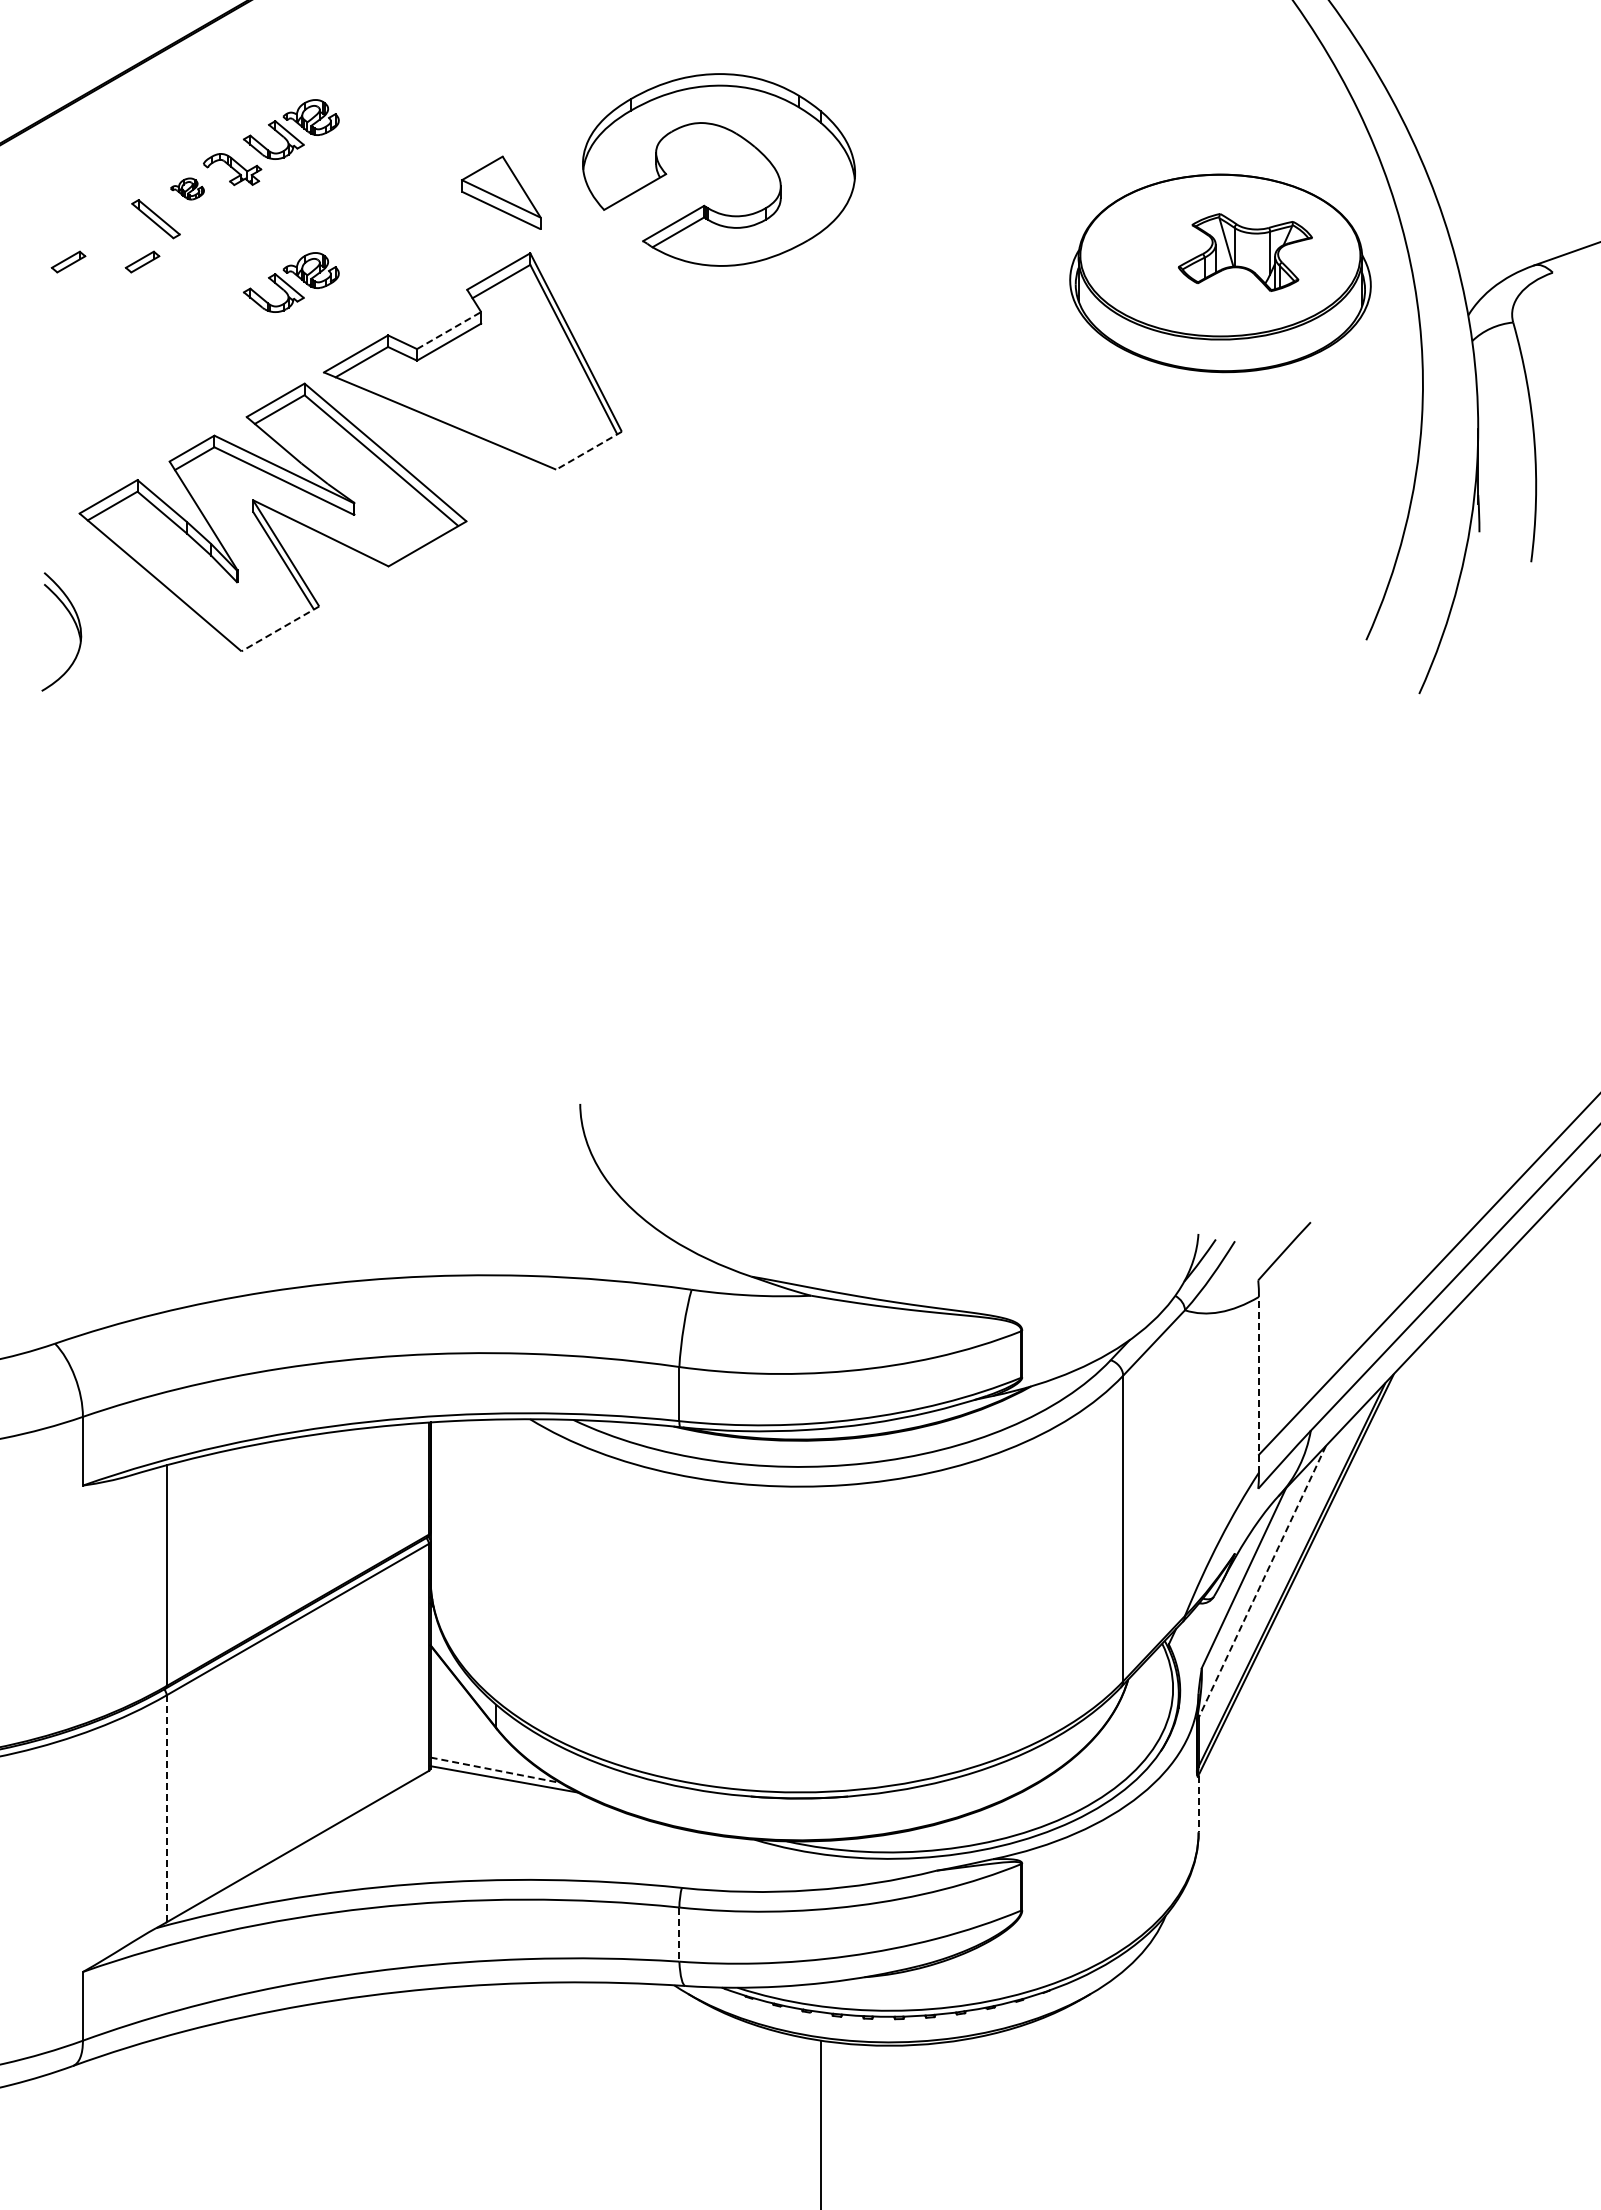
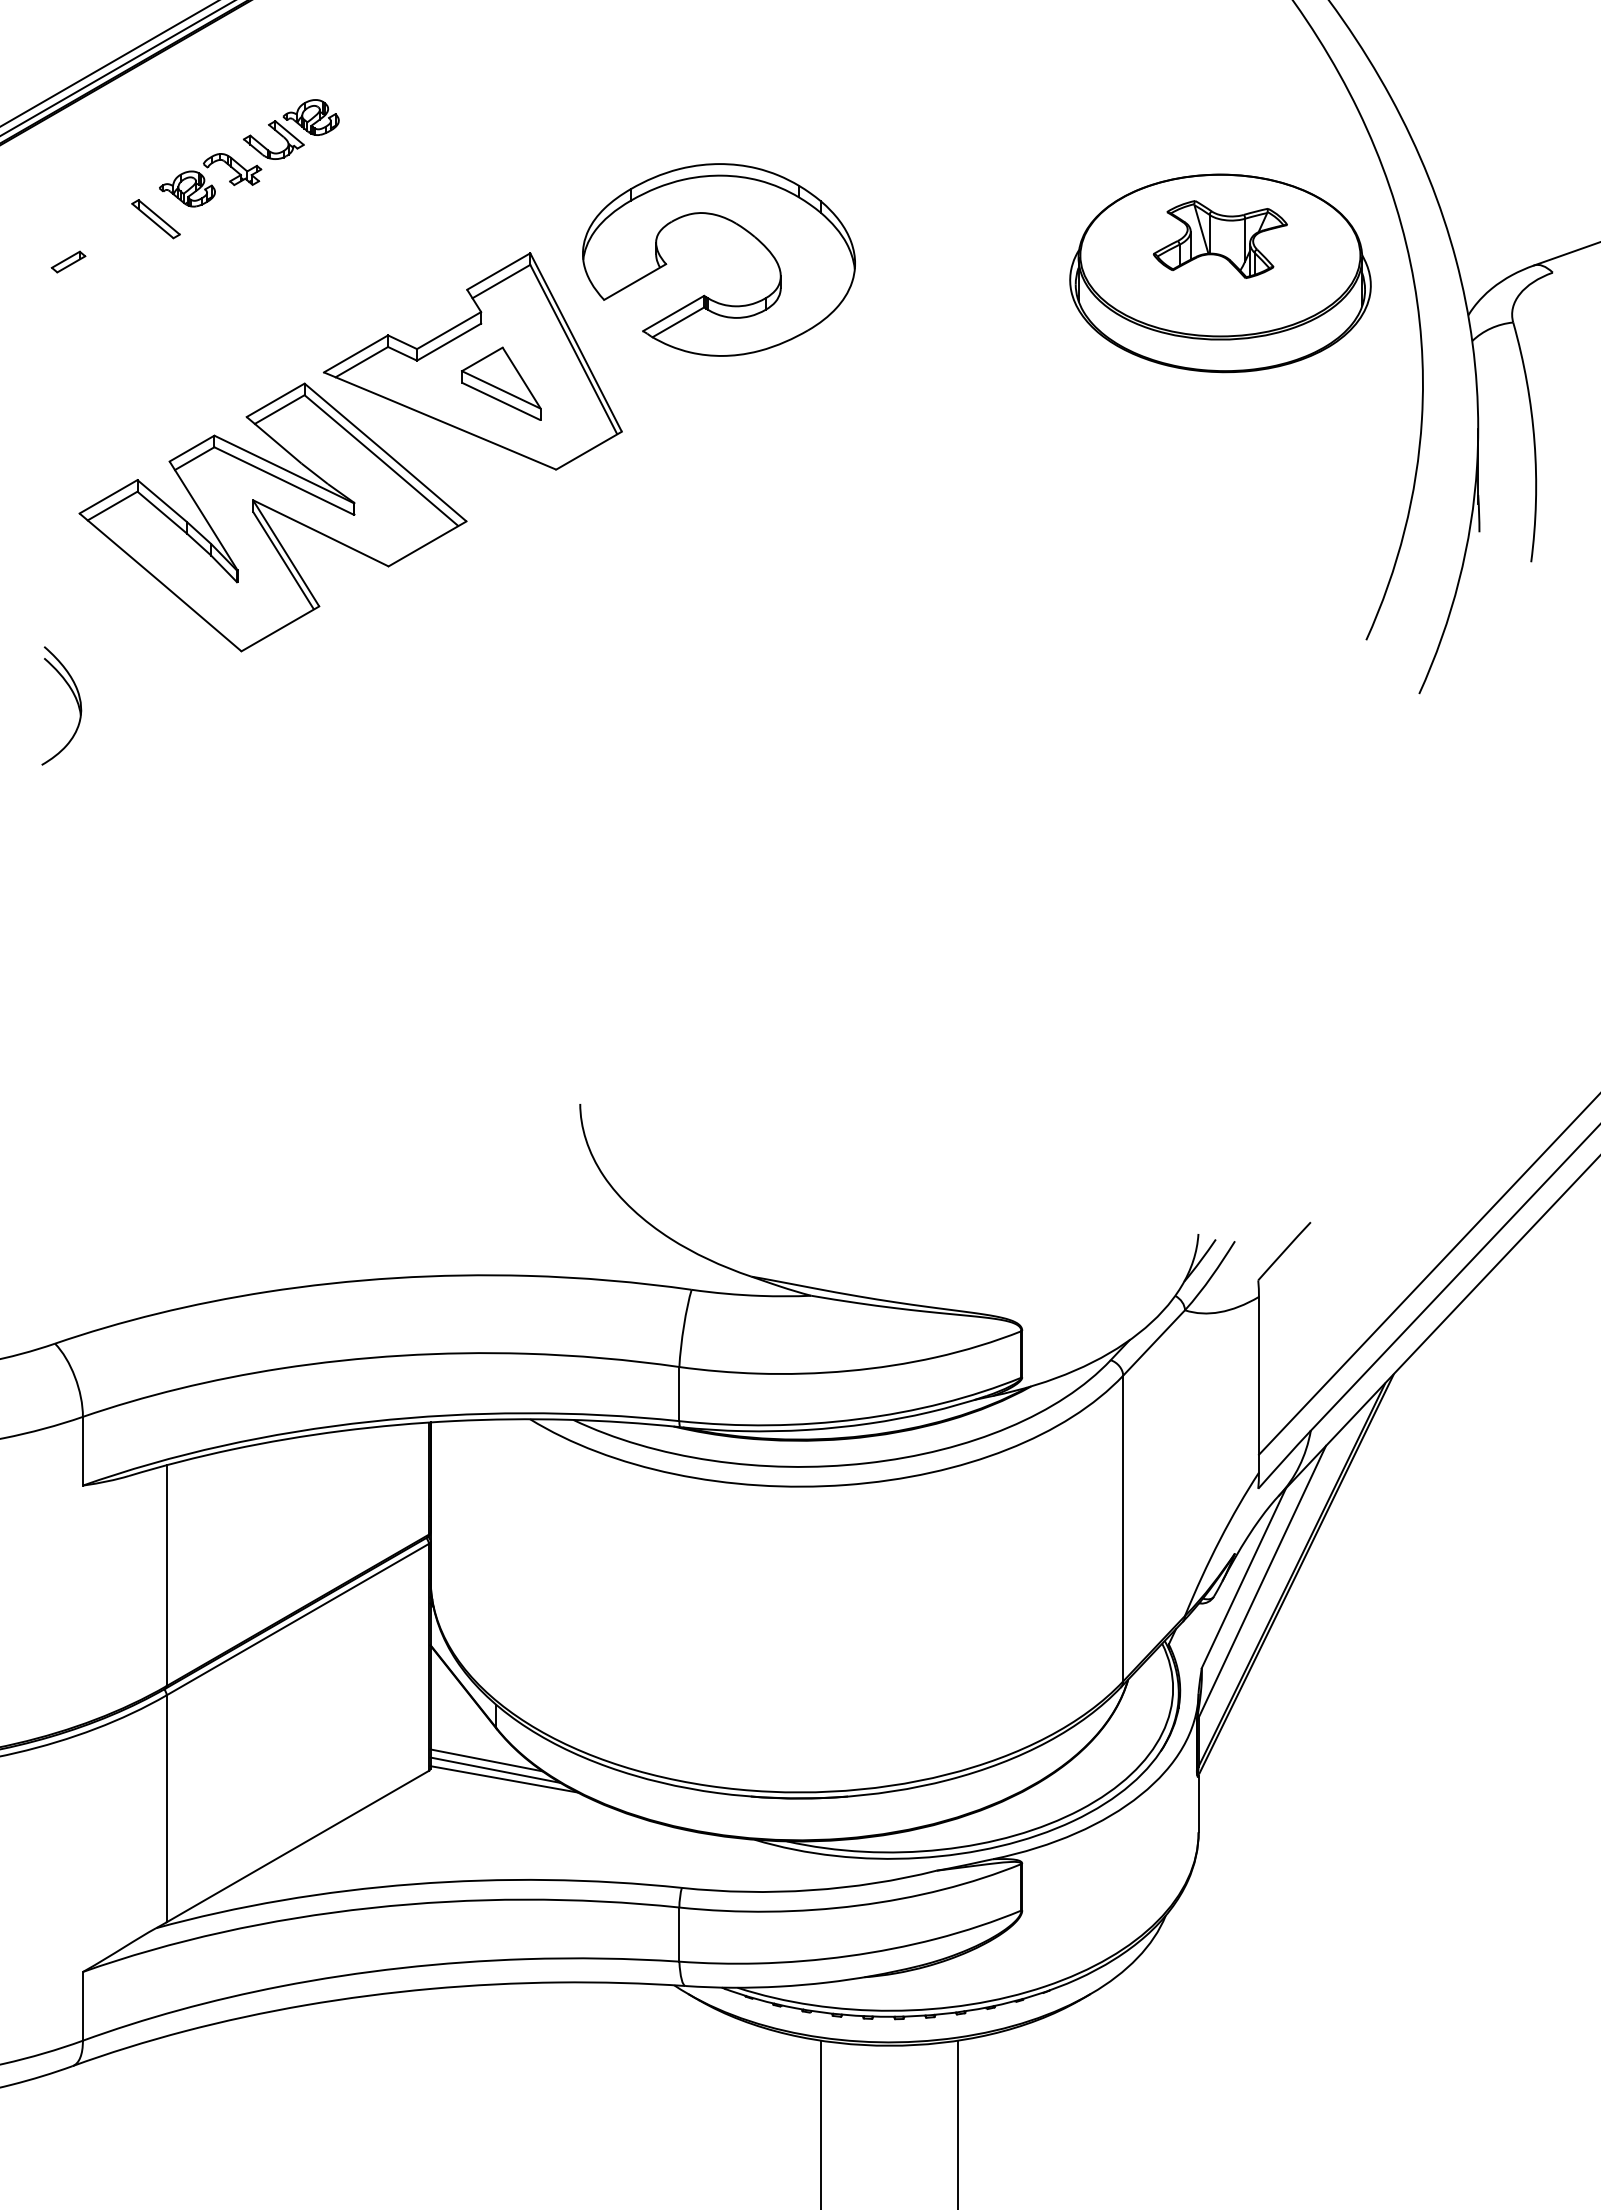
line at (108, 63): none -> present
line at (116, 68): none -> present
part at (187, 188) size: 35x24 px -> 57x38 px
part at (501, 192) position: (501, 192) -> (501, 383)
part at (704, 204) position: (704, 204) -> (704, 294)
part at (1244, 252) position: (1244, 252) -> (1219, 239)
part at (142, 261): present -> none
part at (291, 282): present -> none
line at (449, 330): dashed -> solid
line at (589, 450): dashed -> solid
part at (75, 625) position: (75, 625) -> (75, 699)
line at (280, 628): dashed -> solid
line at (1258, 1384): dashed -> solid
line at (1262, 1582): dashed -> solid
line at (486, 1760): none -> present
line at (495, 1770): dashed -> solid
line at (1198, 1804): dashed -> solid
line at (166, 1809): dashed -> solid
line at (679, 1935): dashed -> solid
line at (957, 2123): none -> present
